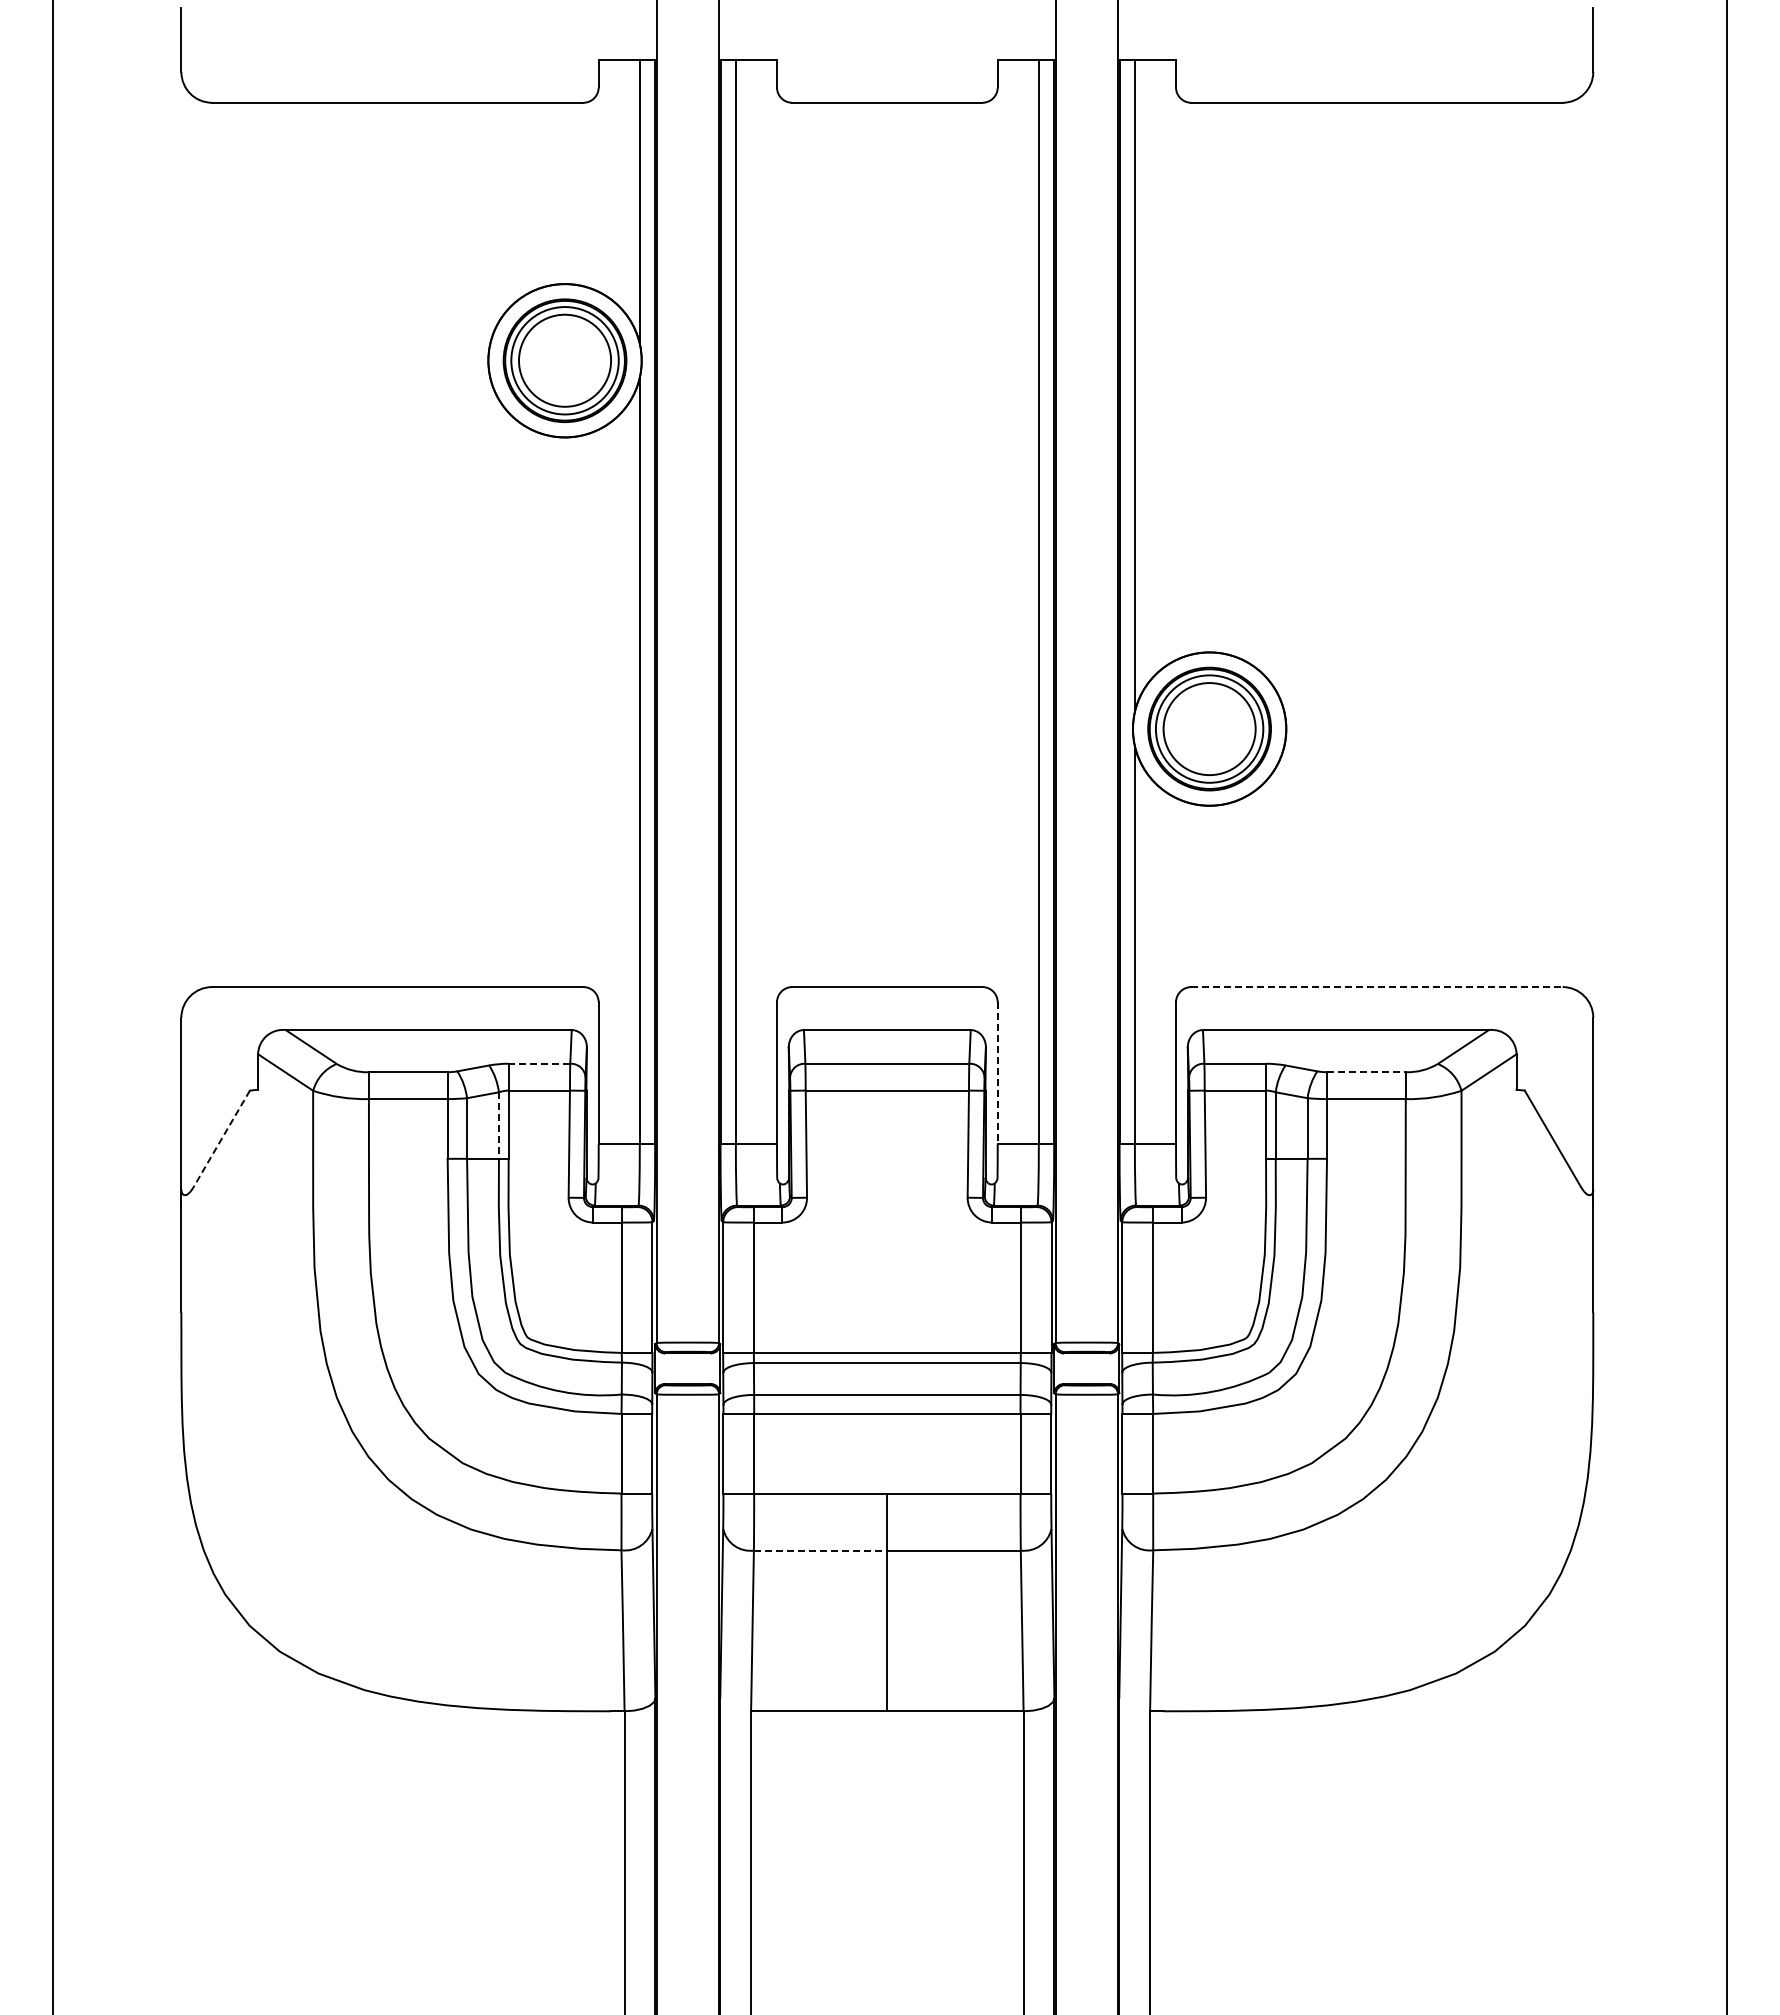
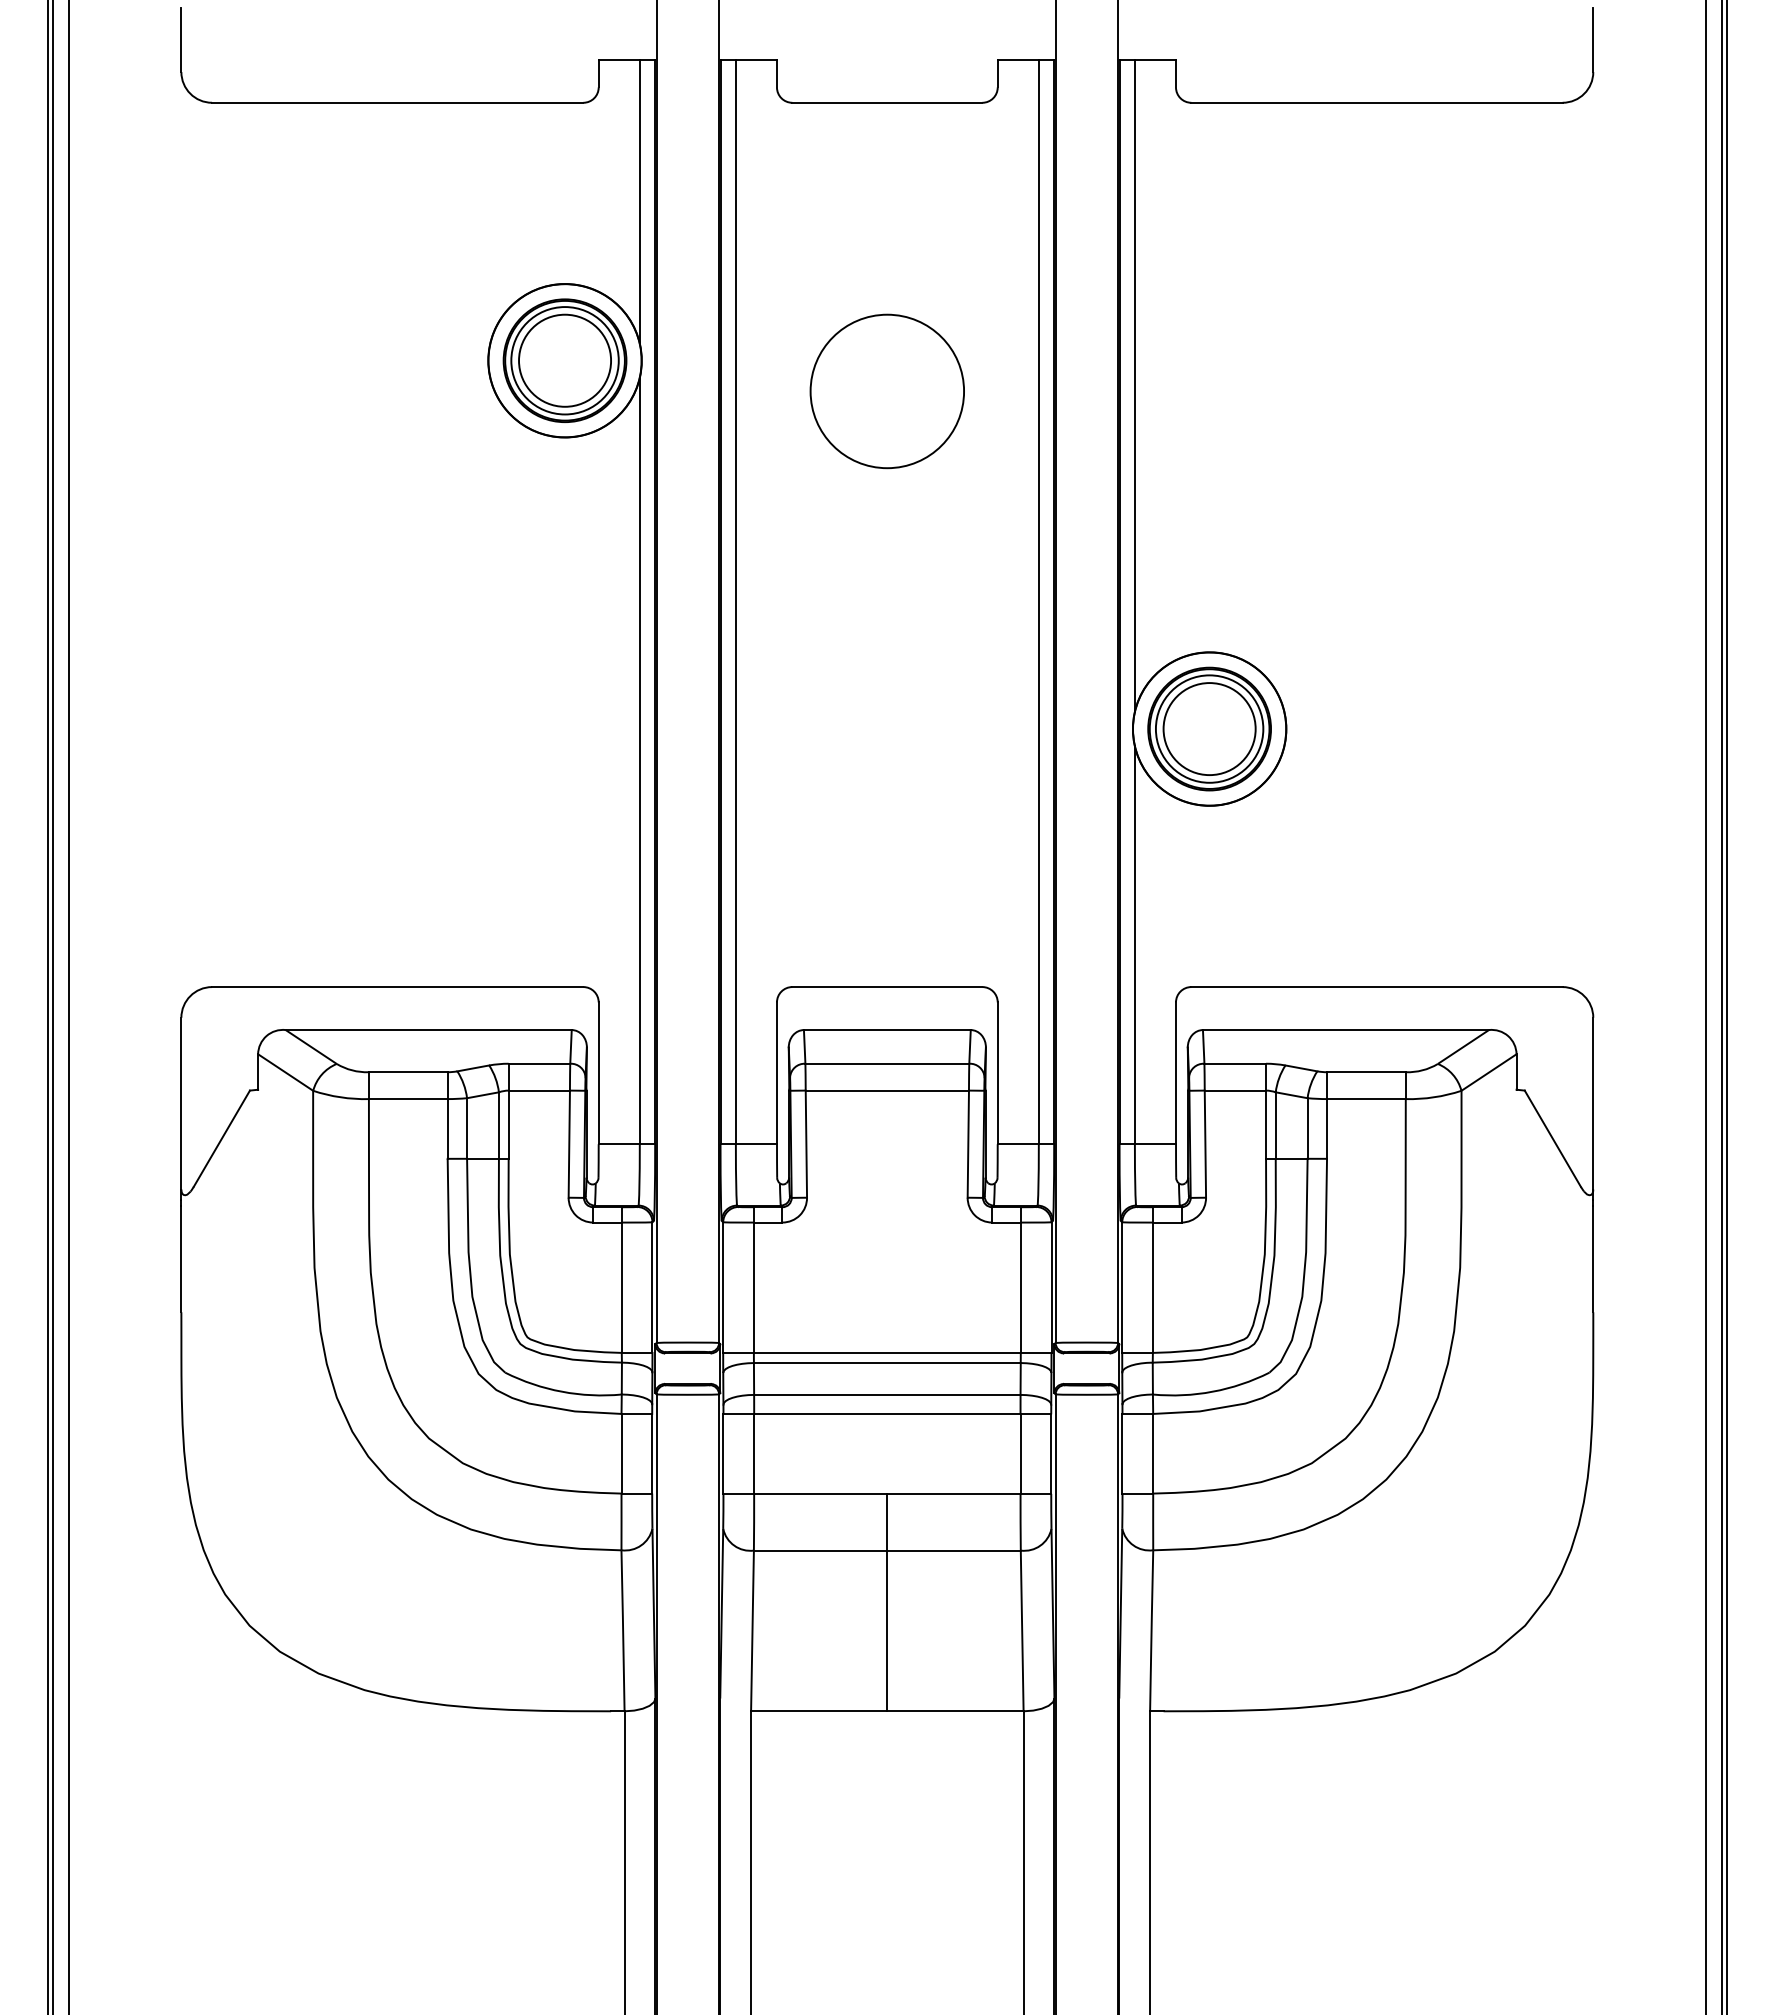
circle at (886, 391): none -> present
line at (1376, 987): dashed -> solid
line at (47, 1006): none -> present
line at (68, 1006): none -> present
line at (1706, 1006): none -> present
line at (1721, 1006): none -> present
line at (539, 1063): dashed -> solid
line at (1366, 1072): dashed -> solid
line at (997, 1073): dashed -> solid
line at (498, 1126): dashed -> solid
line at (221, 1138): dashed -> solid
line at (820, 1550): dashed -> solid
